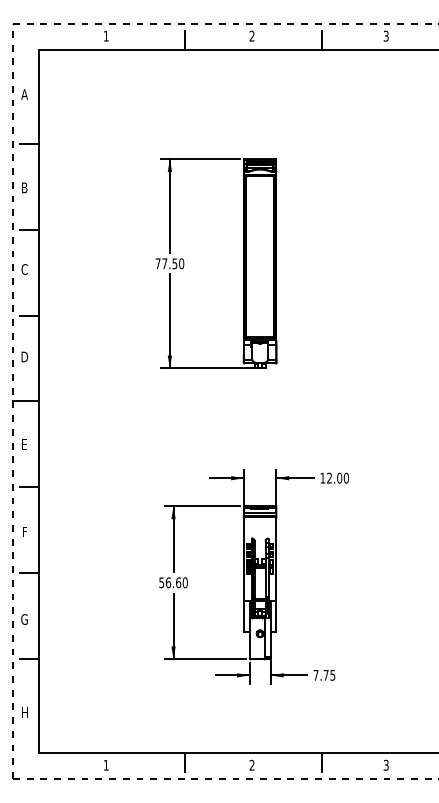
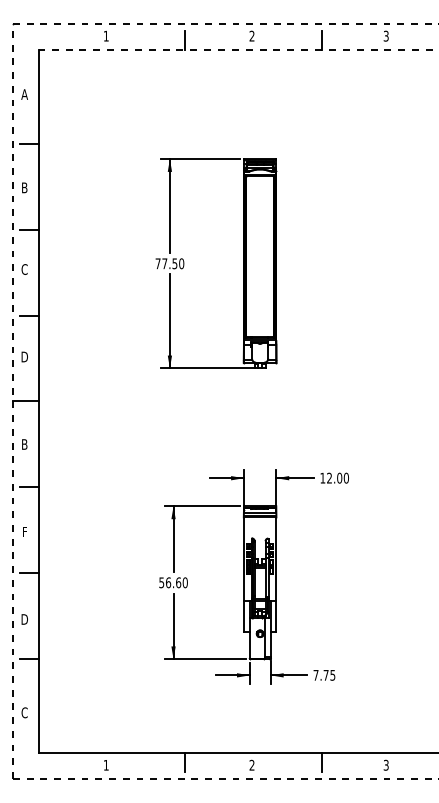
line at (238, 49): solid -> dashed
text at (24, 444): E -> B
text at (24, 619): G -> D
text at (24, 712): H -> C
